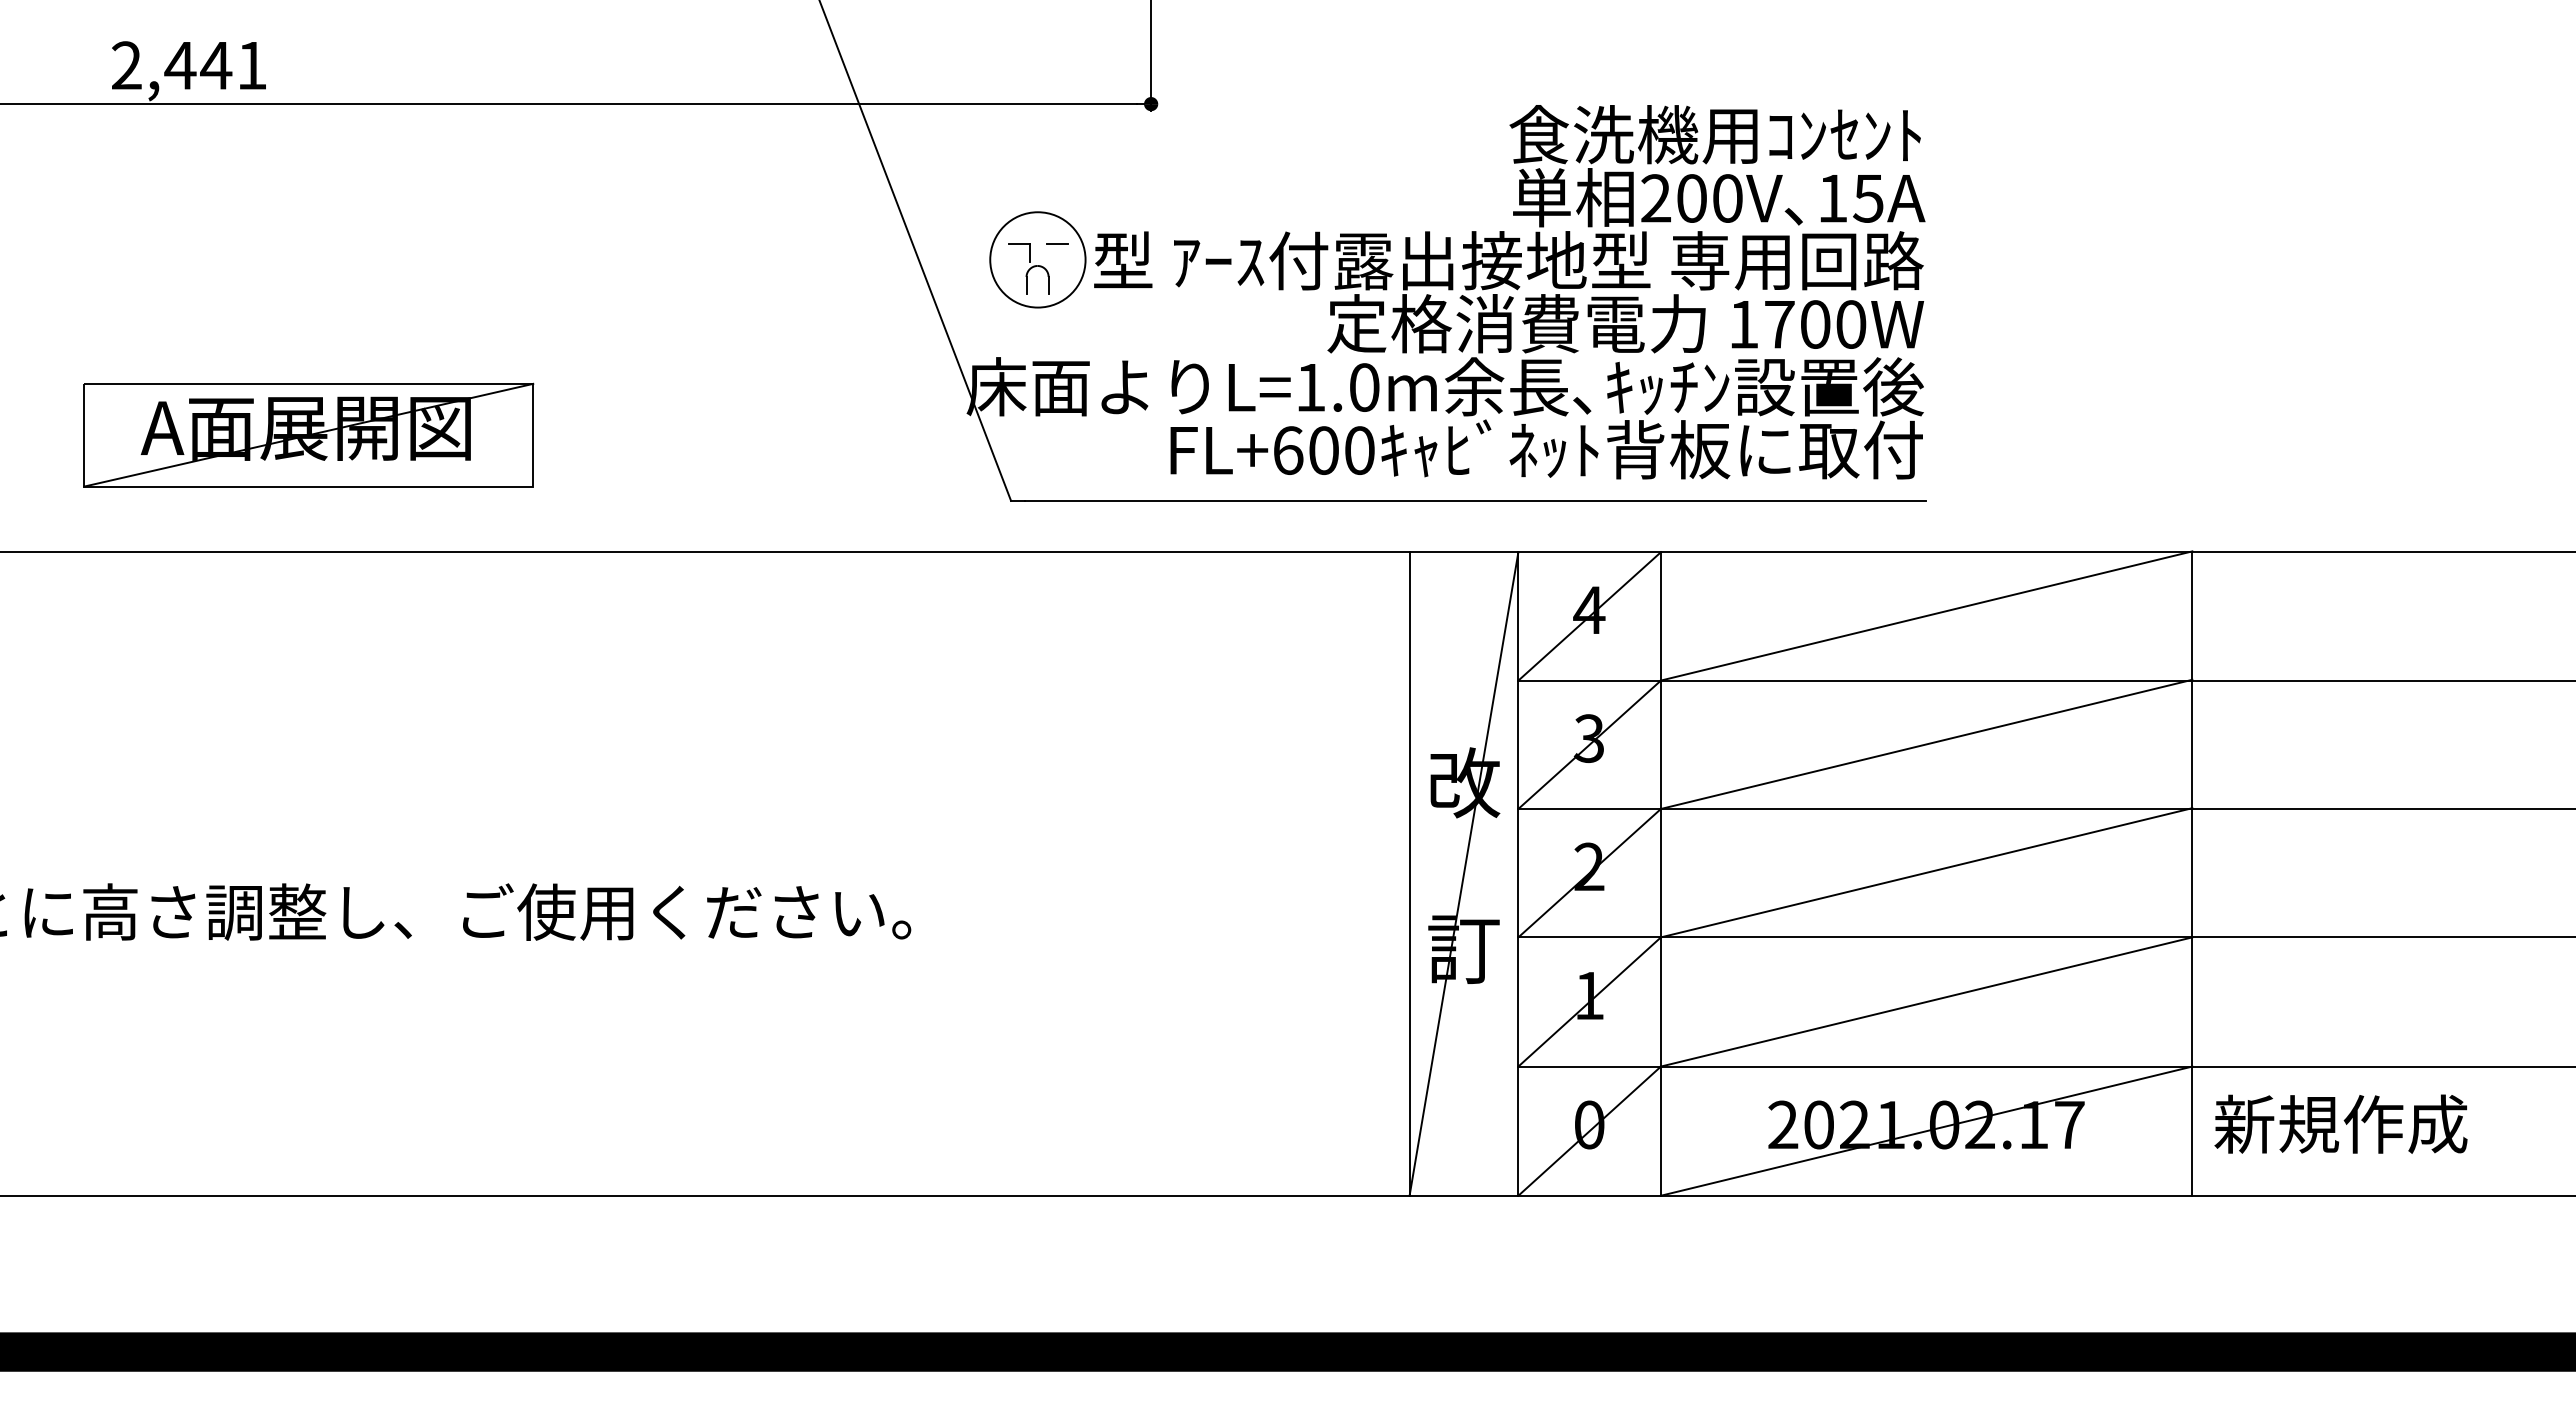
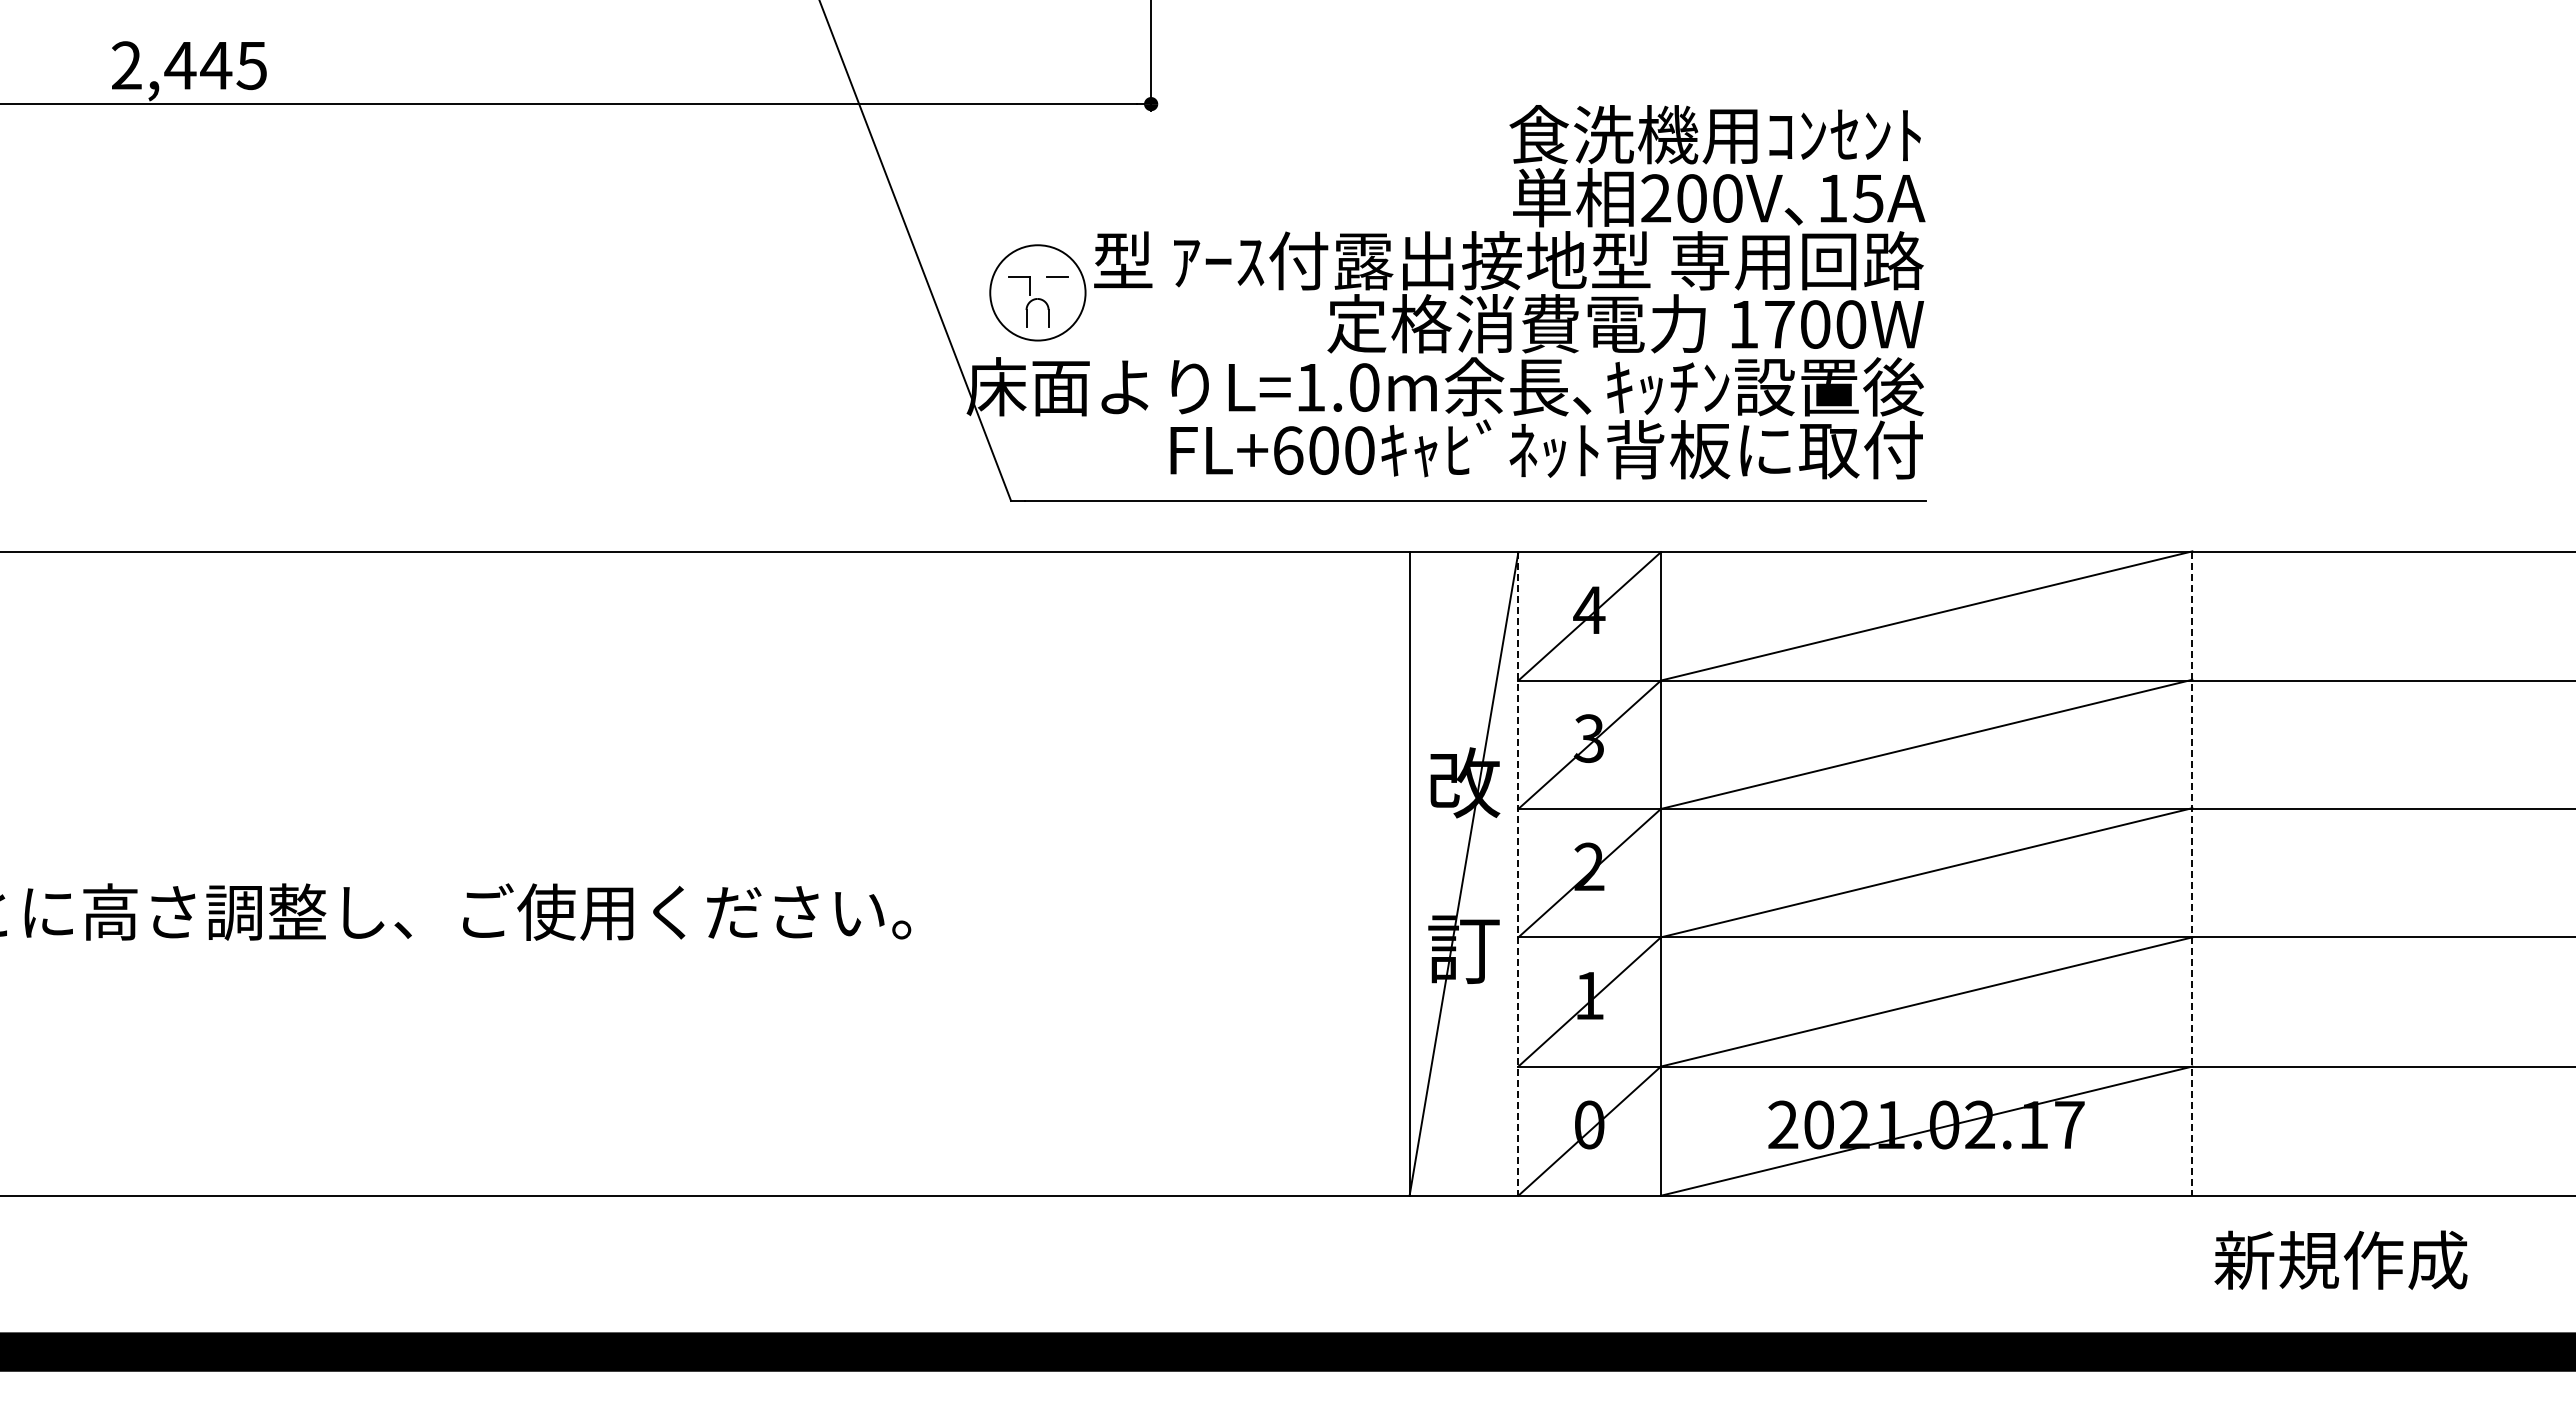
text at (251, 66): 2,441 -> 2,445
part at (1037, 259) position: (1037, 259) -> (1037, 292)
part at (308, 434): present -> none
line at (1518, 873): solid -> dashed
line at (2192, 873): solid -> dashed
text at (2340, 1123) position: (2340, 1123) -> (2340, 1259)
